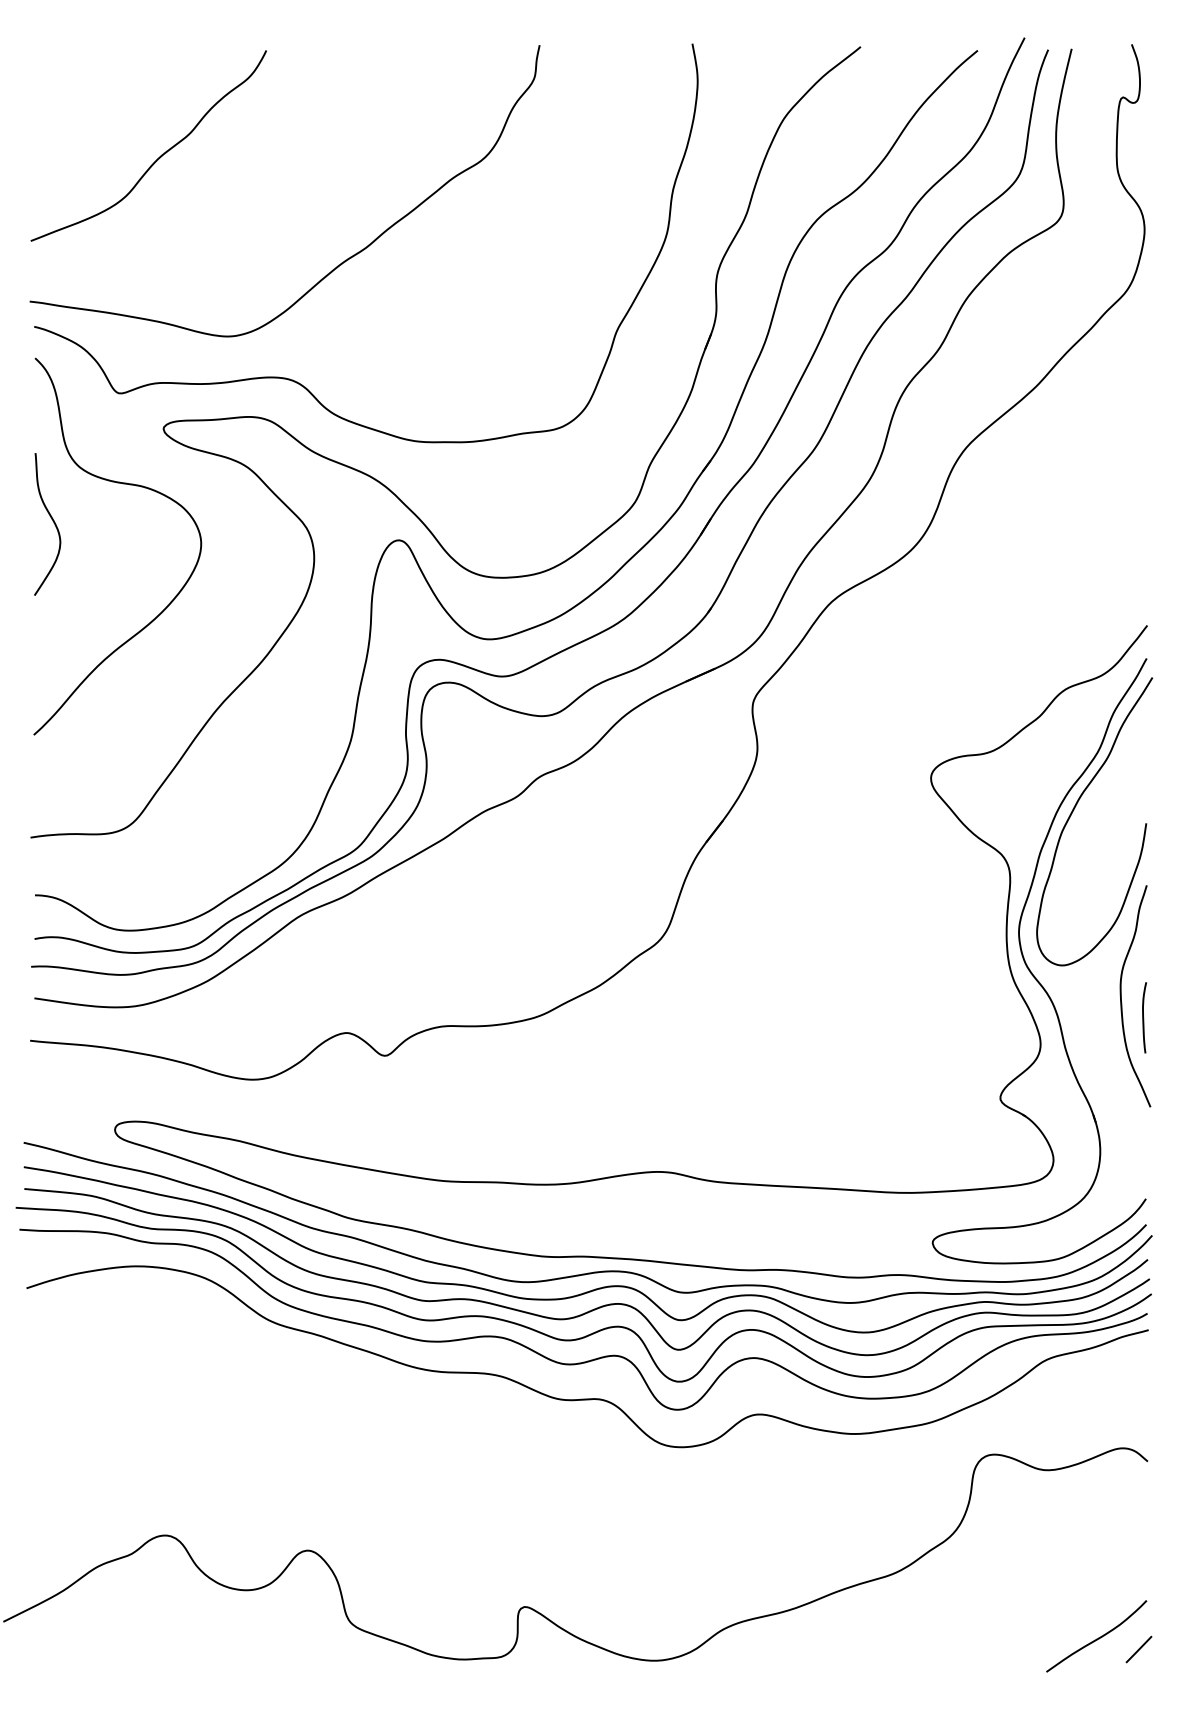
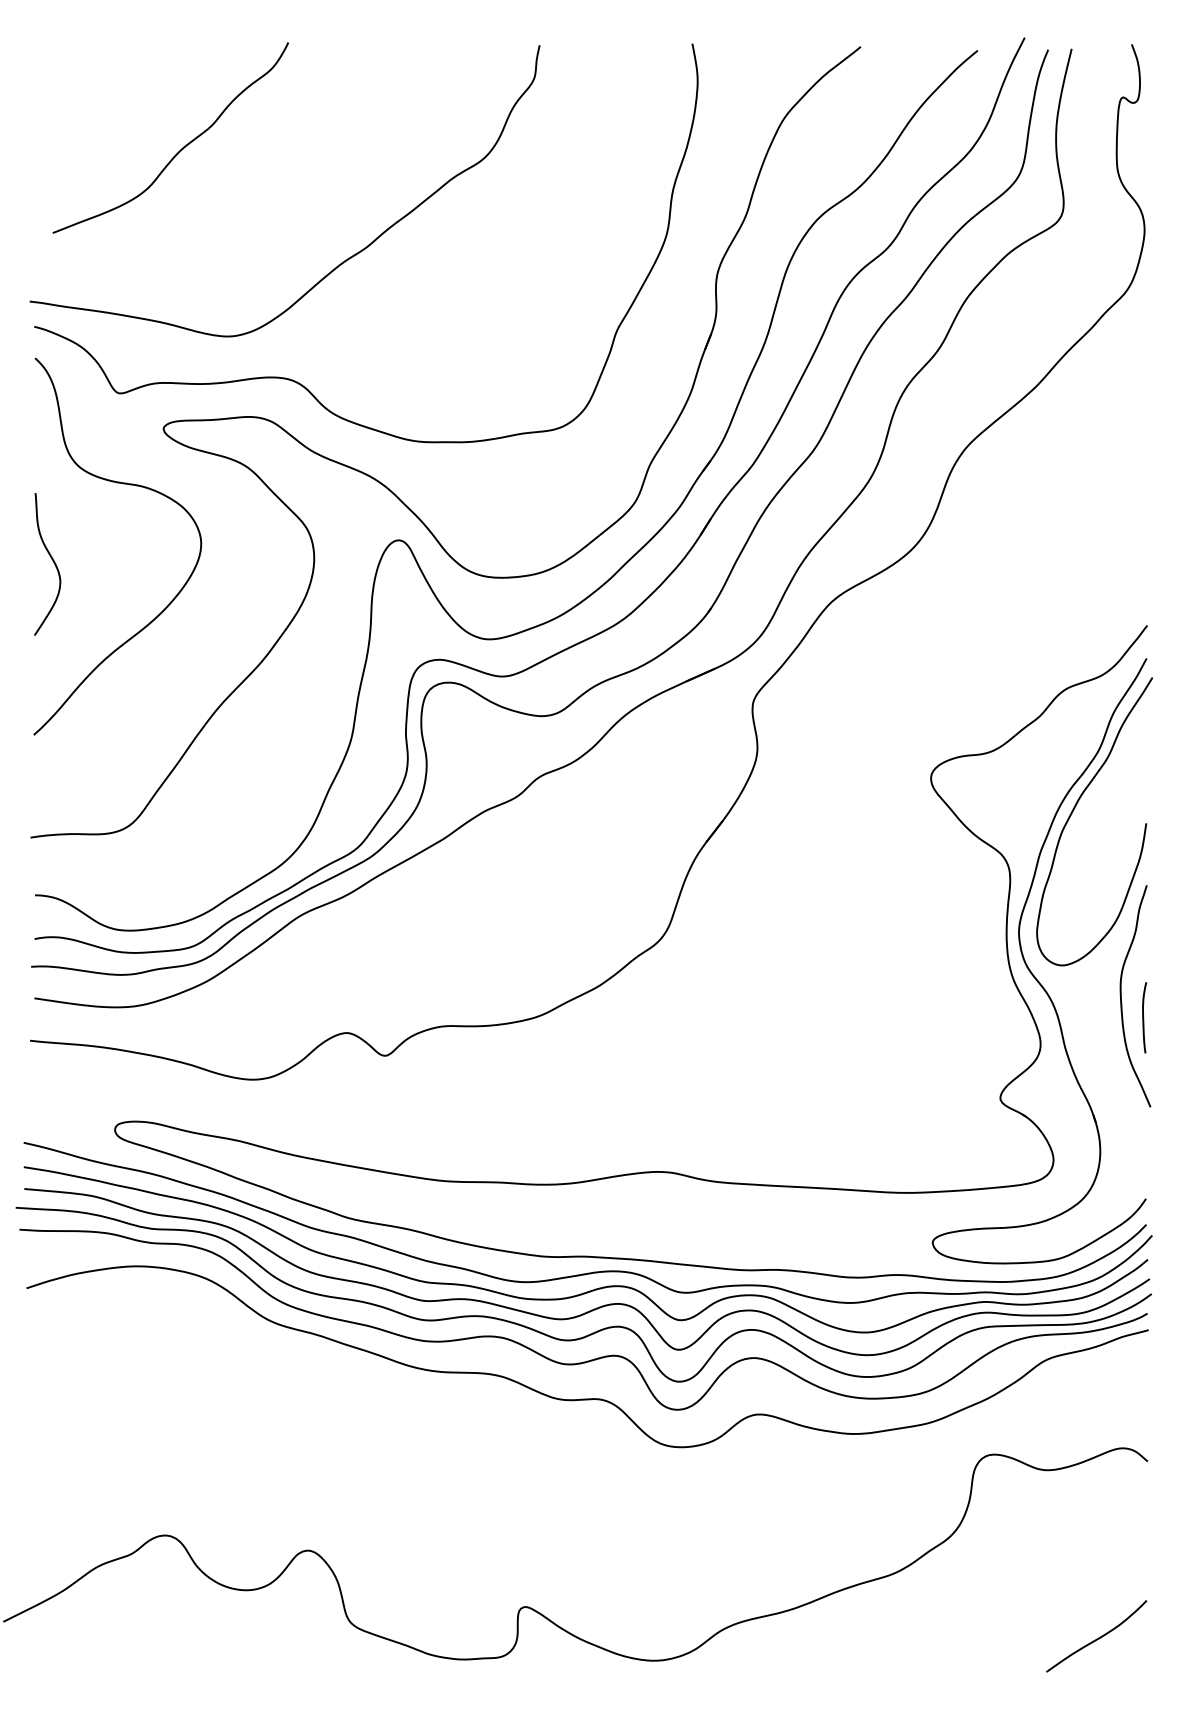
curve at (159, 156) position: (159, 156) -> (181, 148)
curve at (52, 521) position: (52, 521) -> (52, 561)
line at (1138, 1649): present -> none
